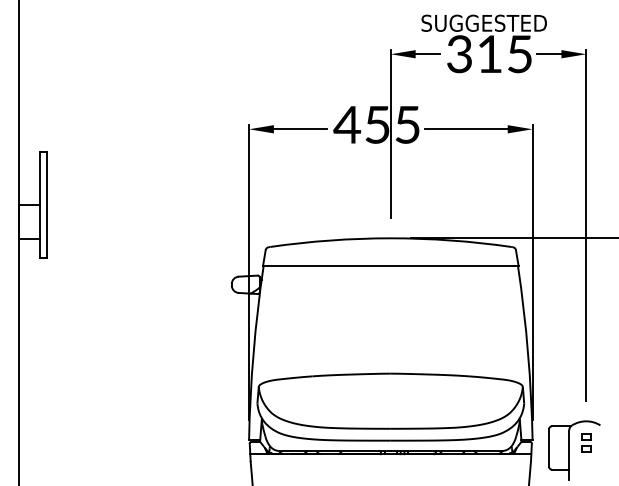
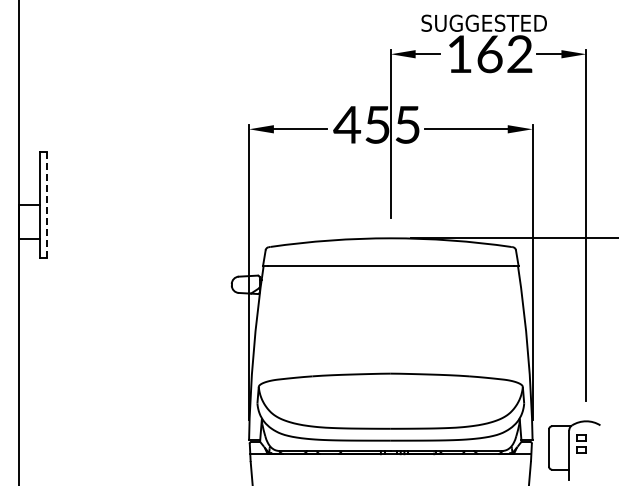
text at (489, 54): 315 -> 162
line at (47, 204): solid -> dashed
part at (586, 442) position: (586, 442) -> (581, 443)
